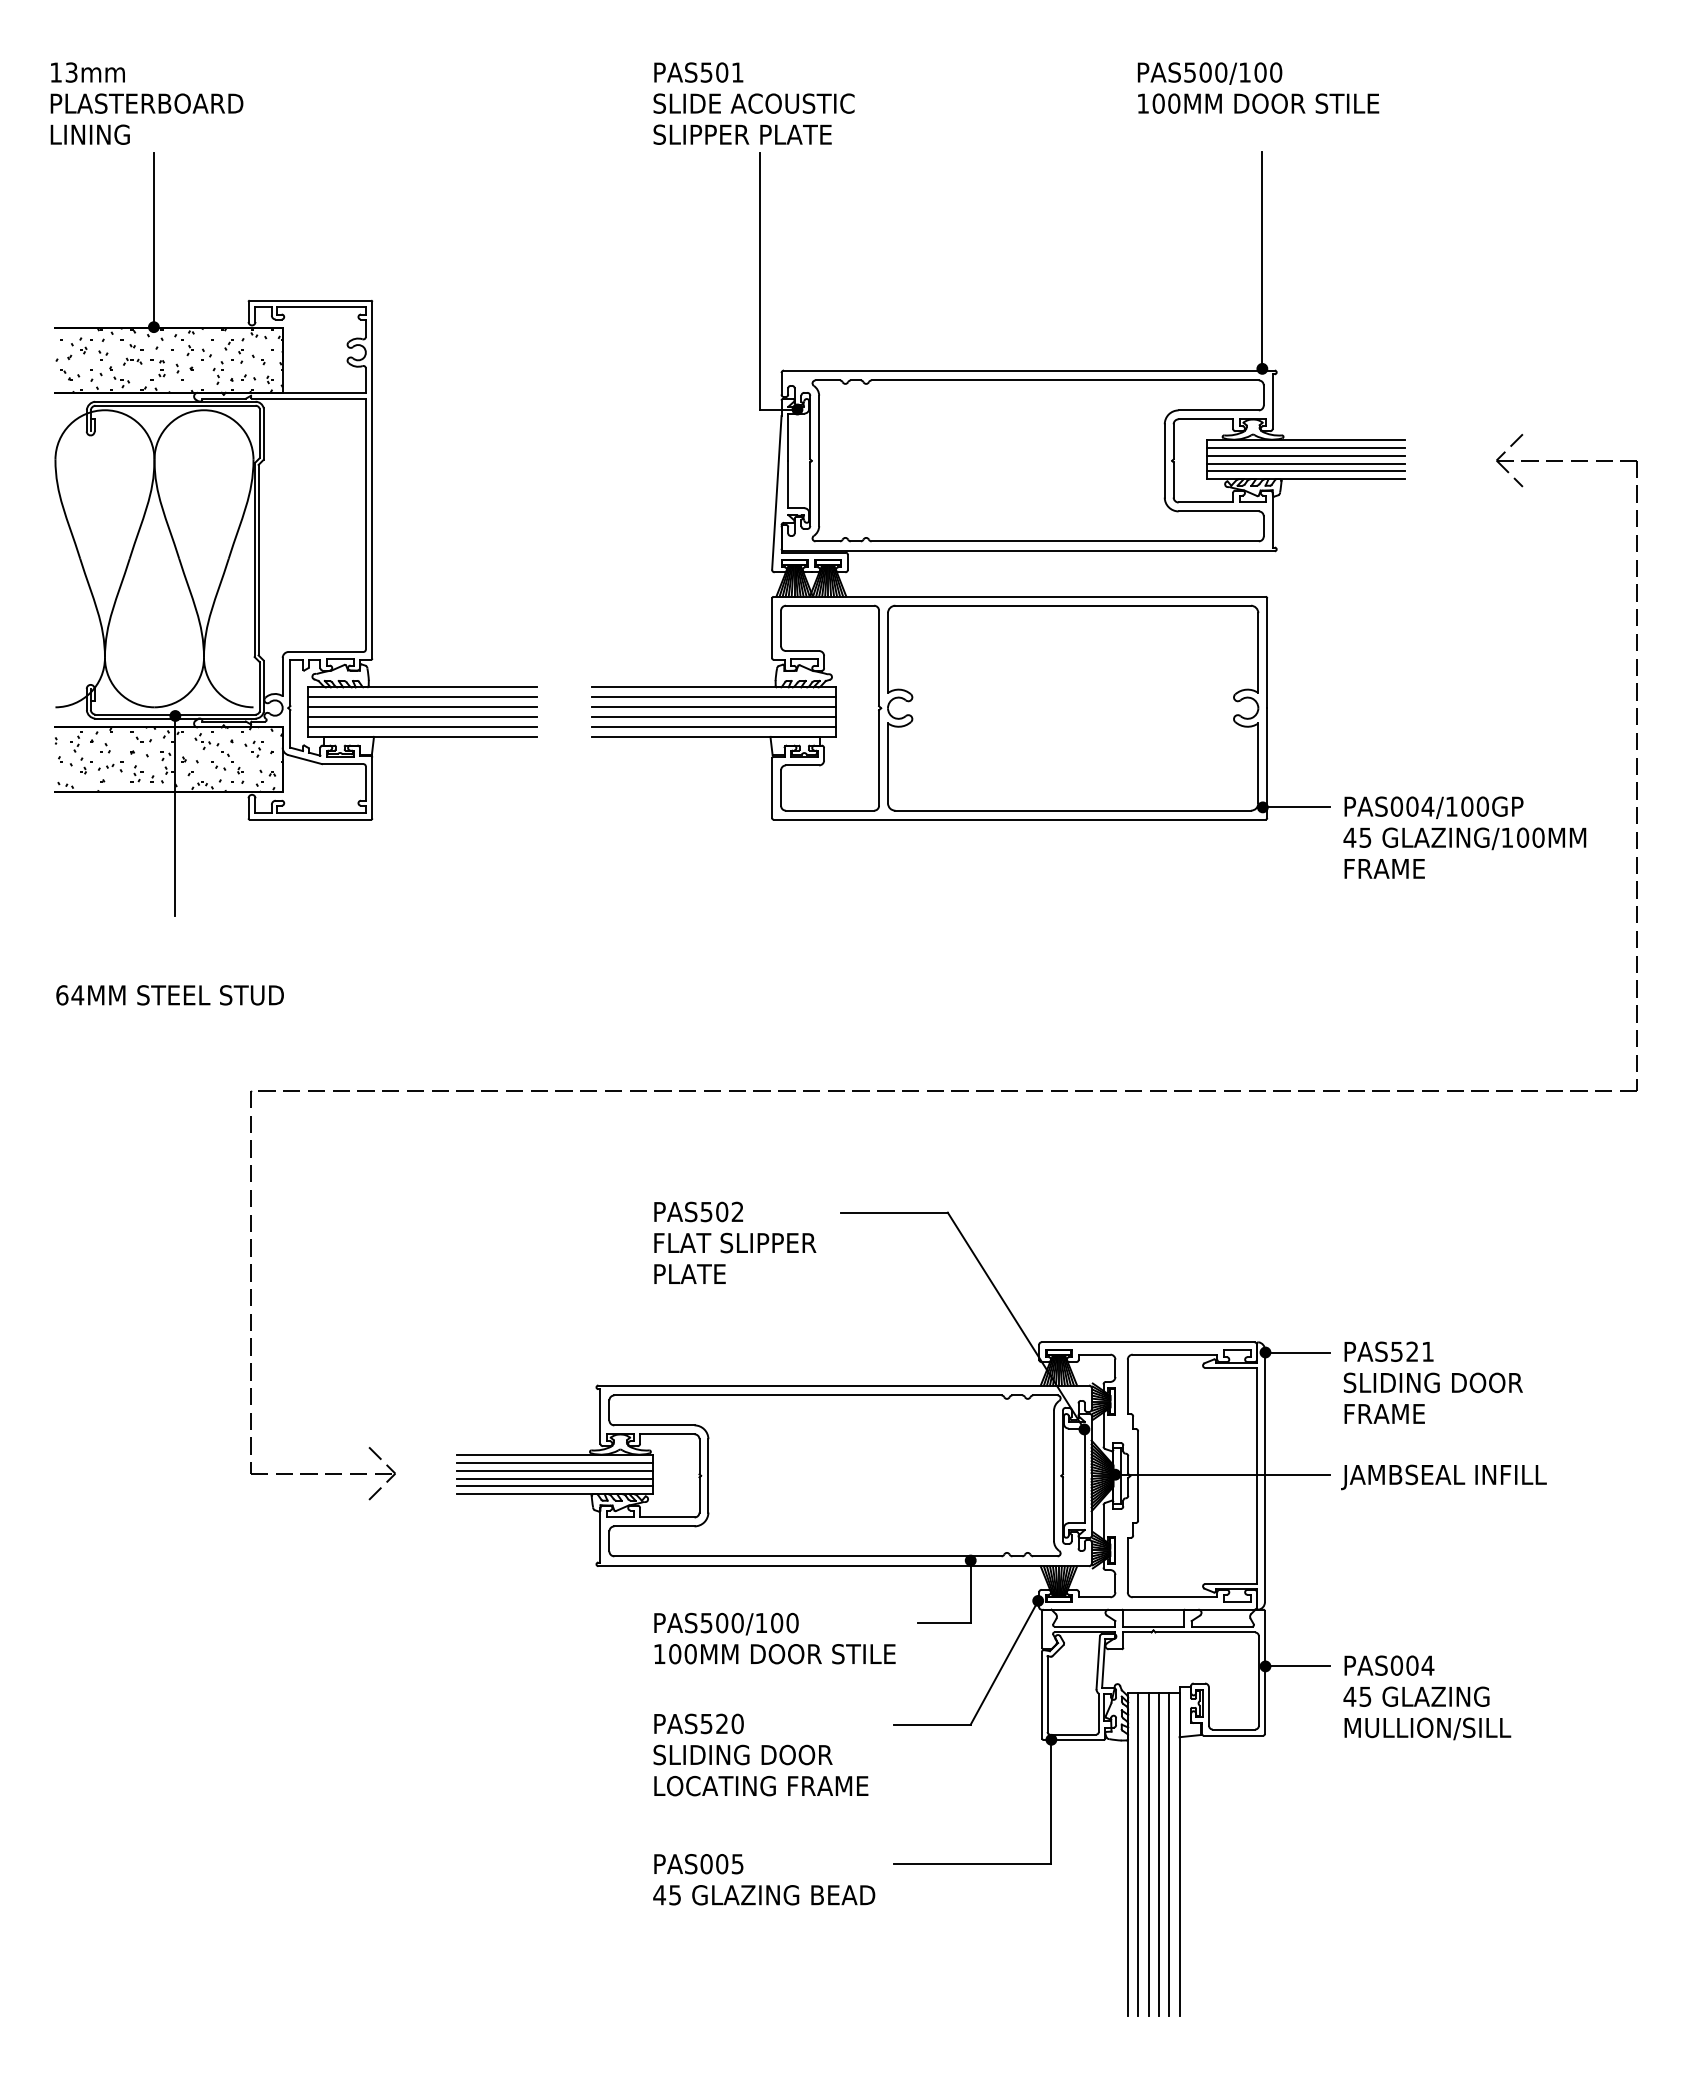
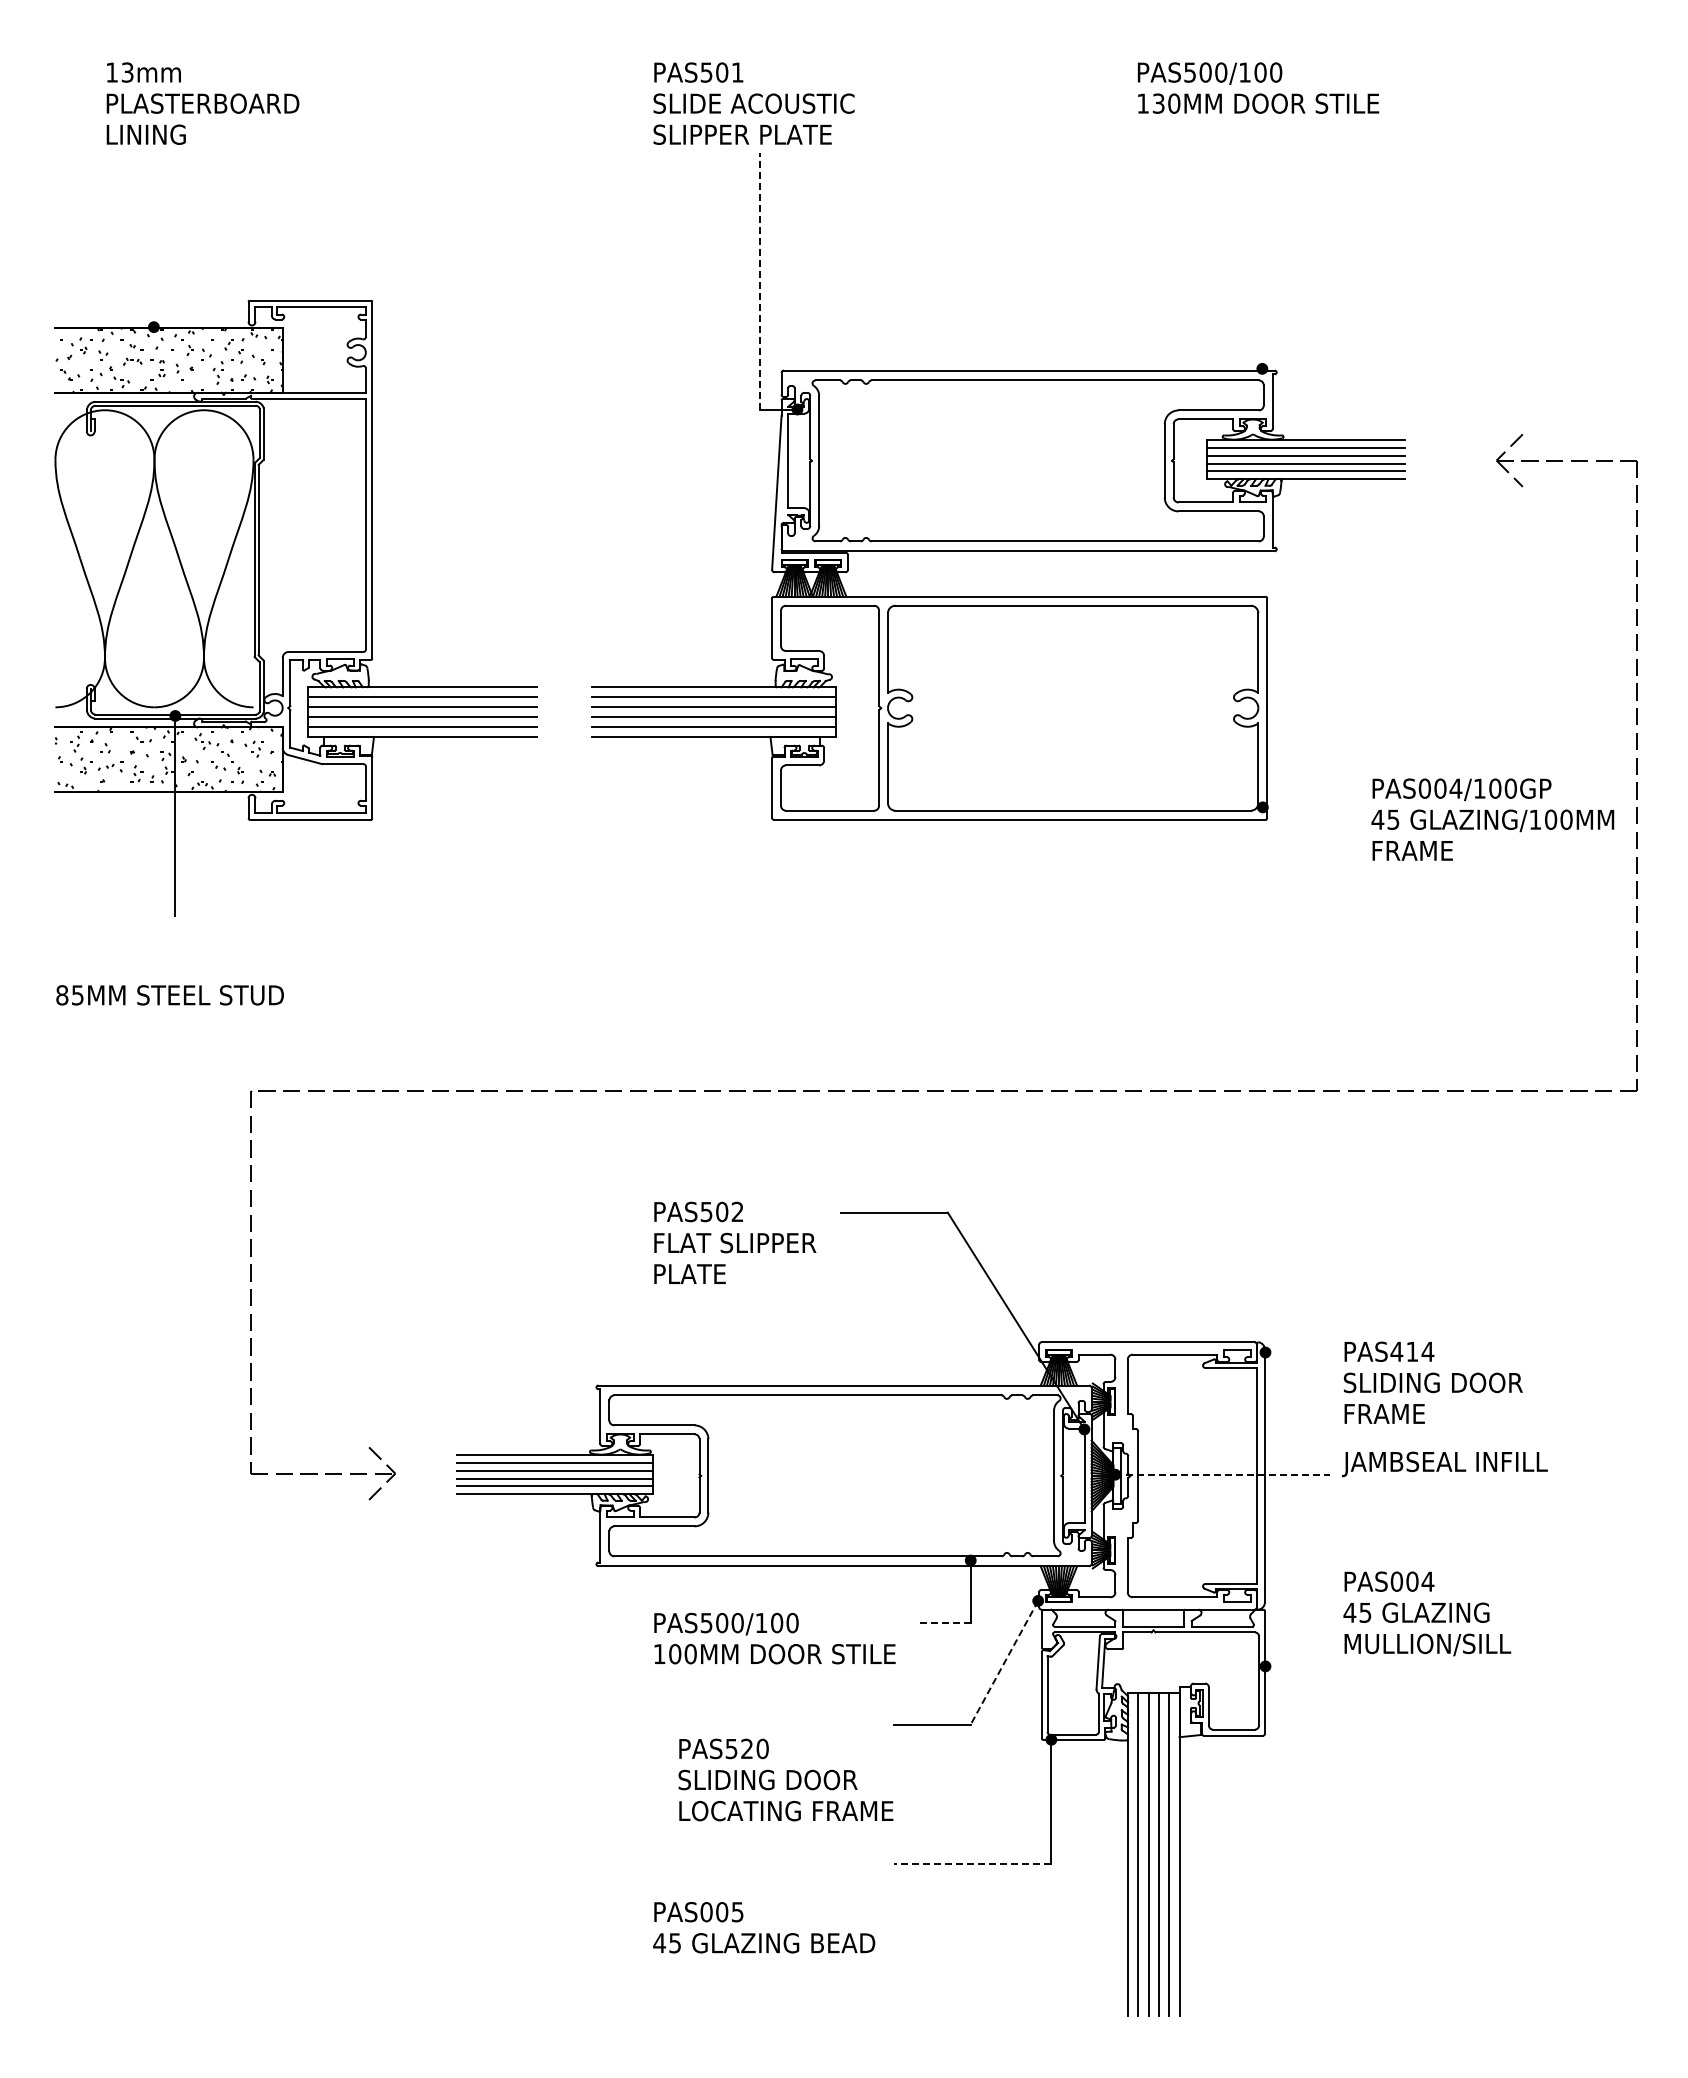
text at (146, 103) position: (146, 103) -> (202, 103)
text at (1158, 103): 100MM -> 130MM
line at (153, 240): present -> none
line at (1262, 259): present -> none
line at (759, 280): solid -> dashed
line at (1295, 807): present -> none
text at (1464, 837) position: (1464, 837) -> (1492, 819)
text at (70, 995): 64MM -> 85MM
text at (1412, 1351): PAS521 -> PAS414
line at (1297, 1352): present -> none
line at (1223, 1474): solid -> dashed
text at (1443, 1477) position: (1443, 1477) -> (1444, 1464)
line at (943, 1622): solid -> dashed
line at (1004, 1663): solid -> dashed
line at (1297, 1666): present -> none
text at (1427, 1697) position: (1427, 1697) -> (1427, 1613)
text at (760, 1754) position: (760, 1754) -> (785, 1779)
line at (972, 1863): solid -> dashed
text at (764, 1879) position: (764, 1879) -> (764, 1927)
